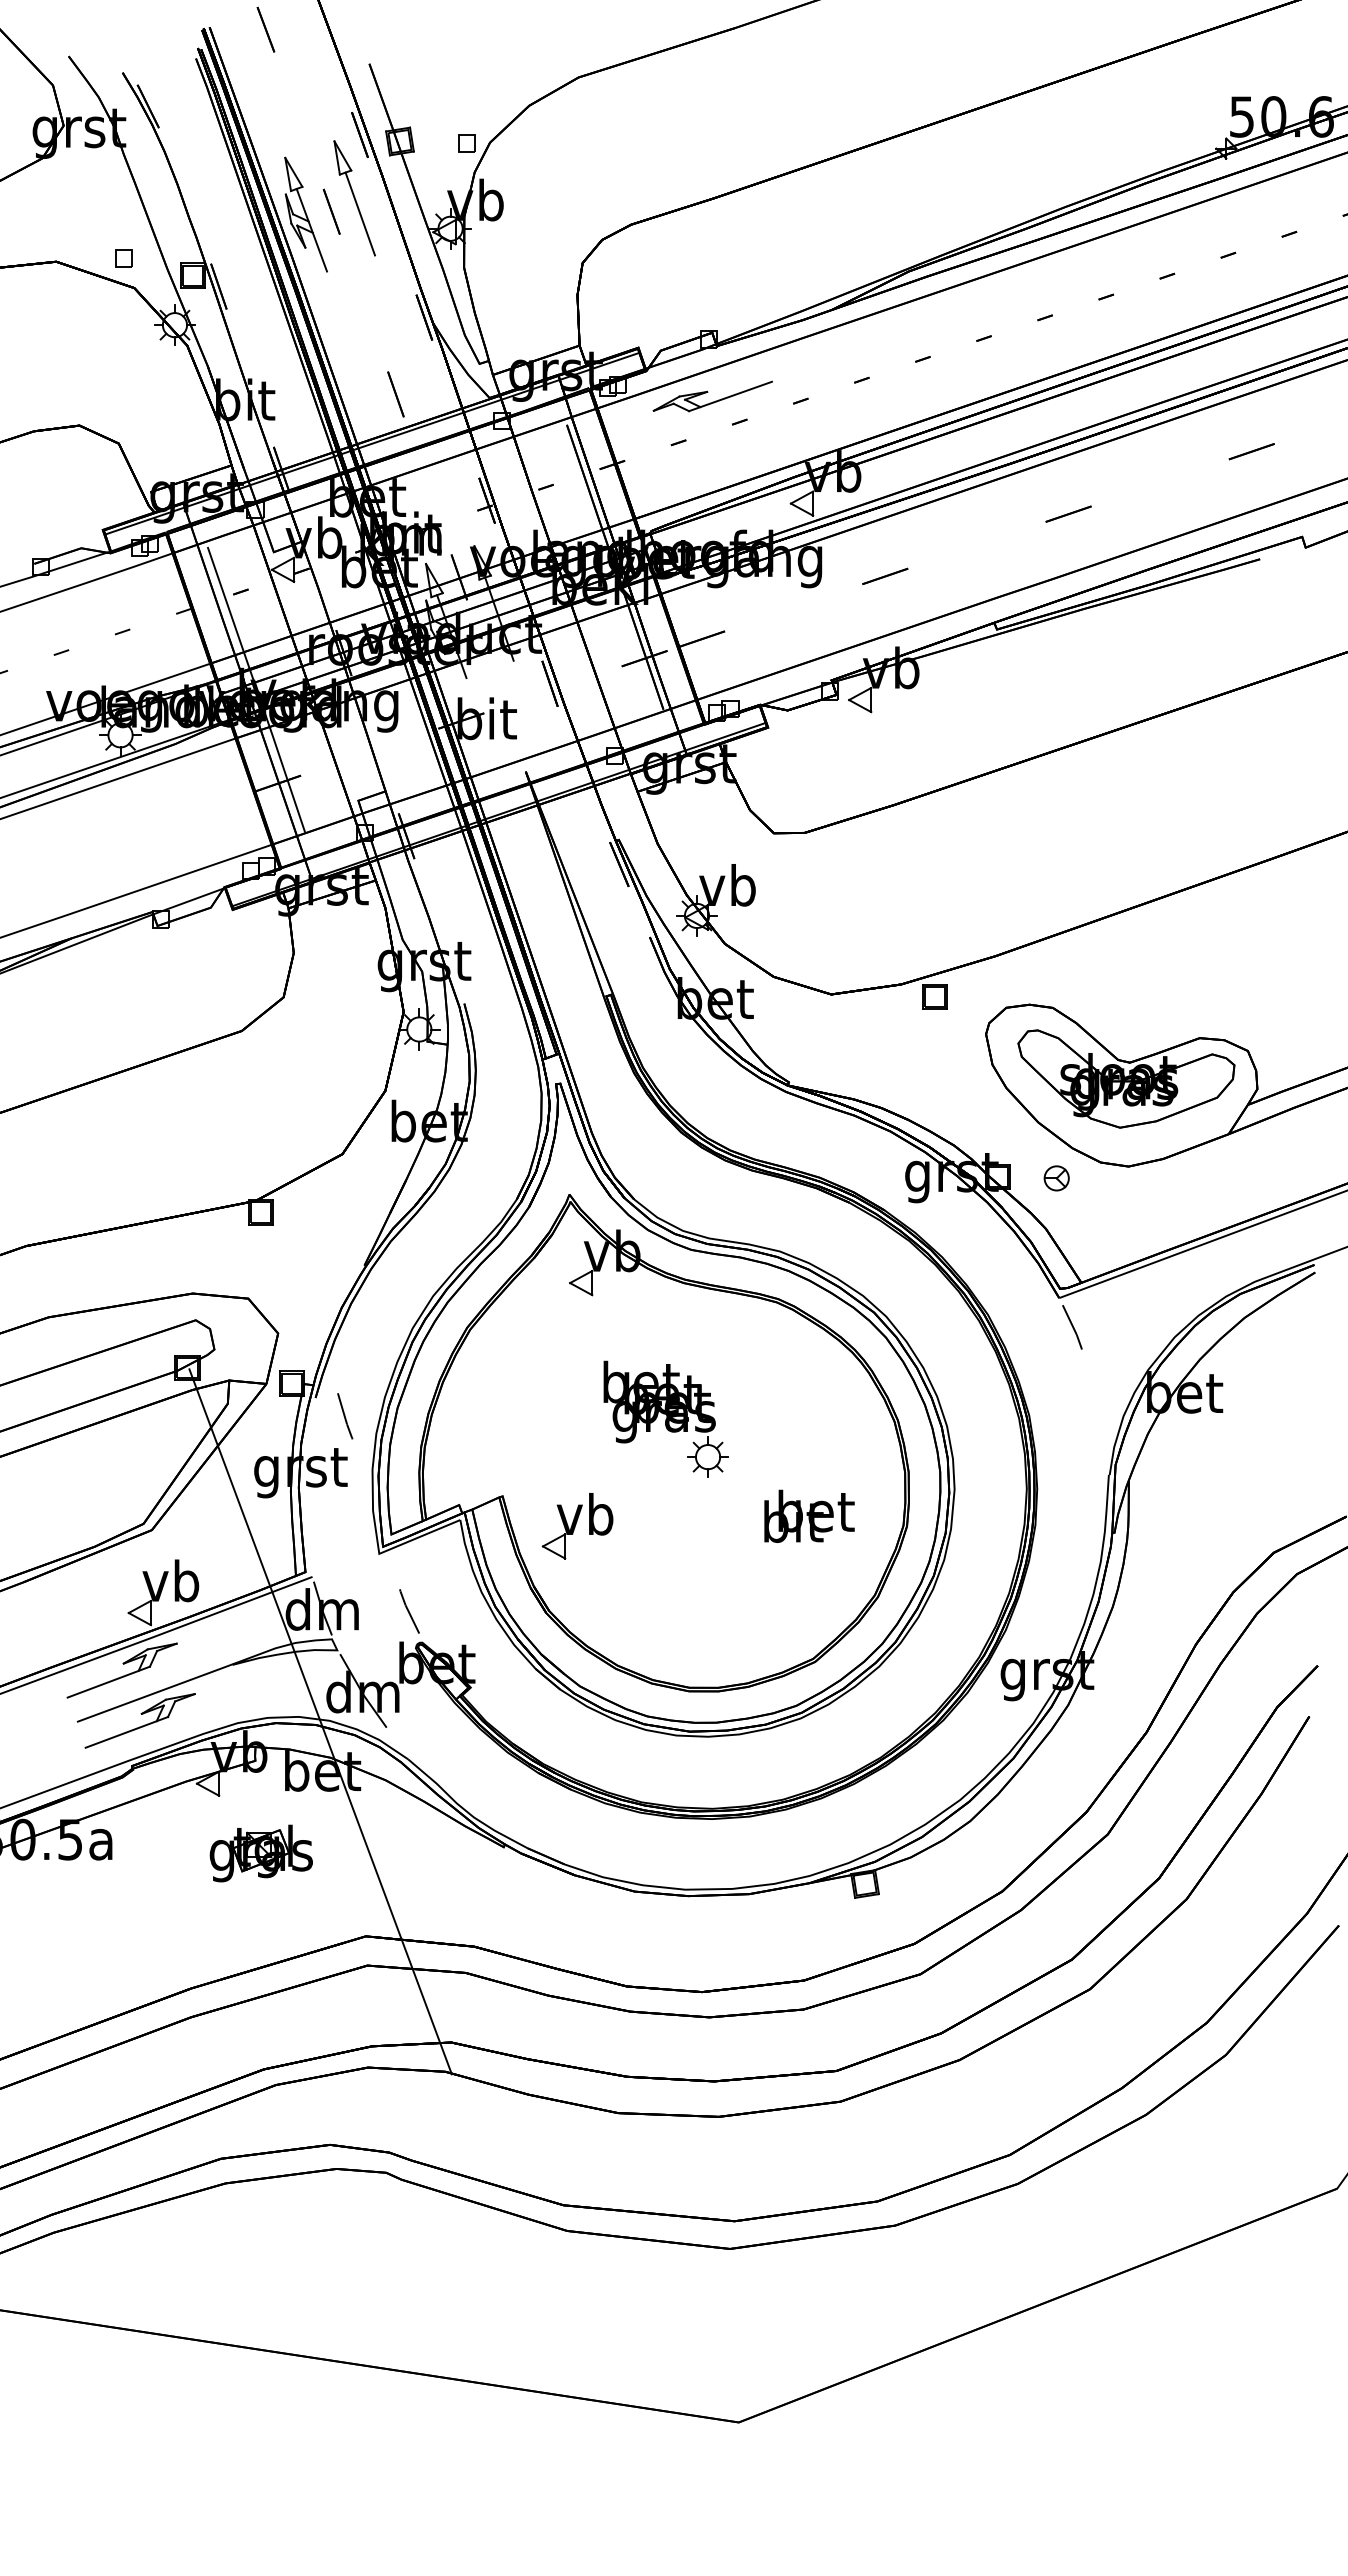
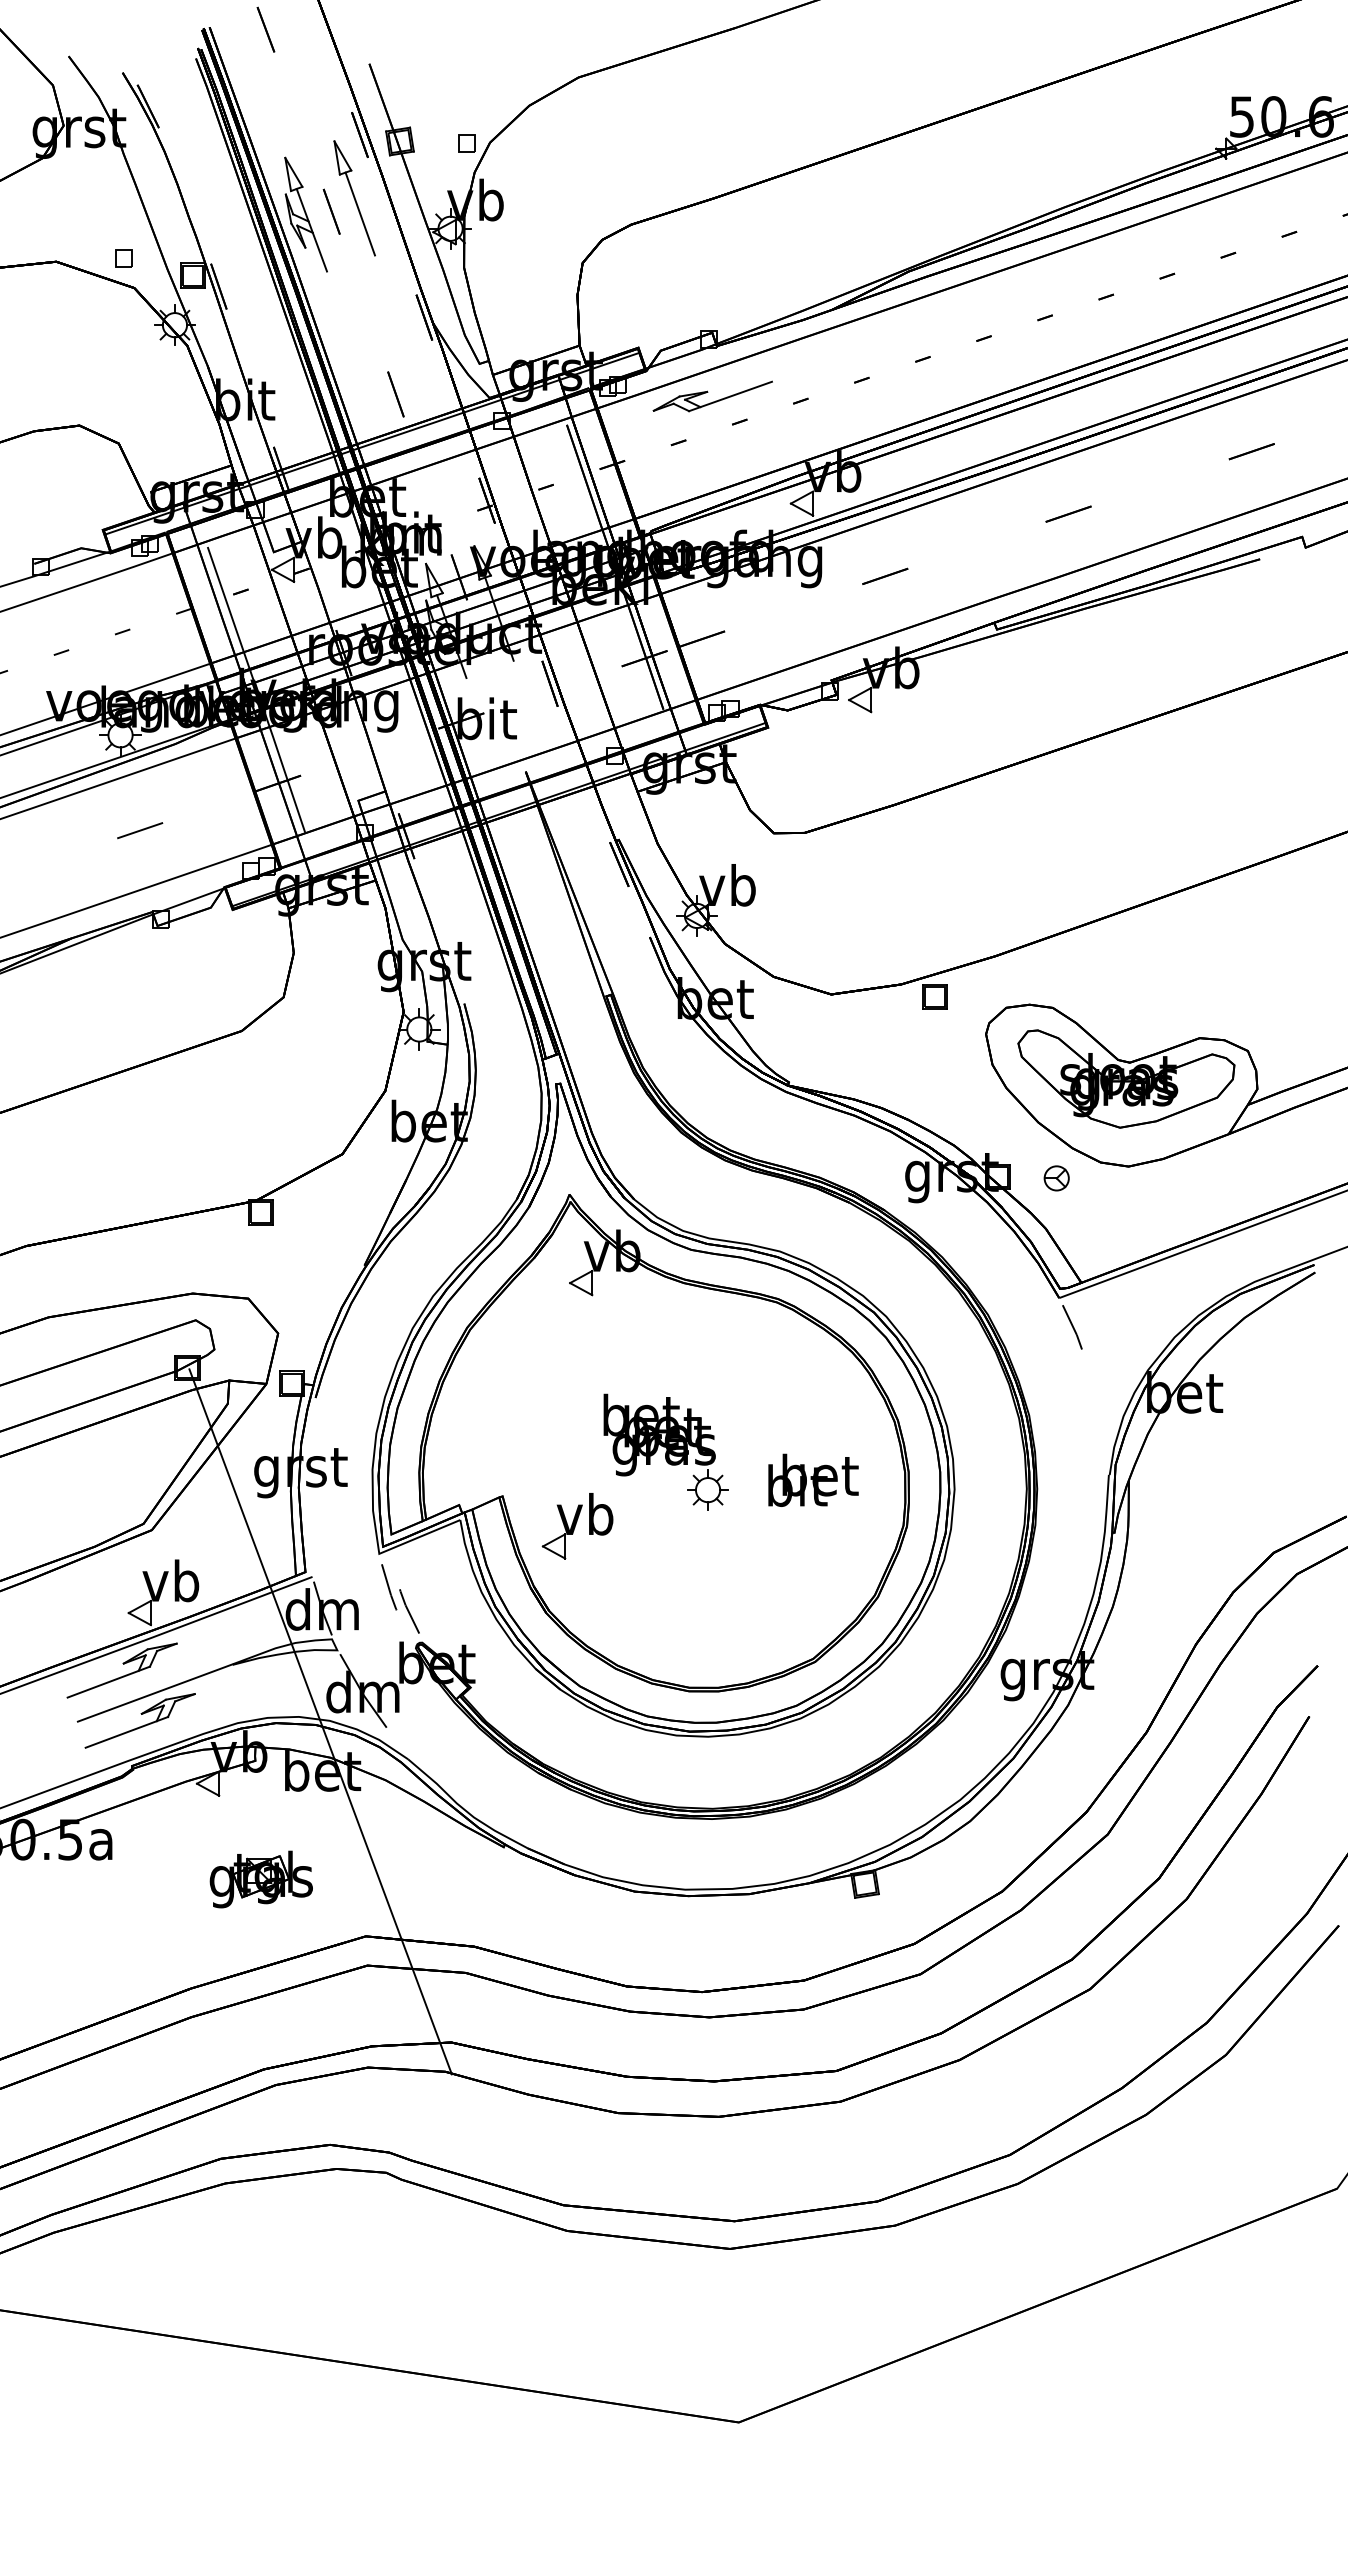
line at (140, 830): none -> present
line at (345, 1416) position: (345, 1416) -> (389, 1587)
part at (665, 1418) position: (665, 1418) -> (665, 1451)
text at (809, 1515) position: (809, 1515) -> (813, 1479)
part at (260, 1853) position: (260, 1853) -> (260, 1879)
